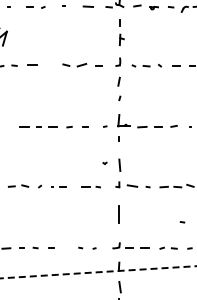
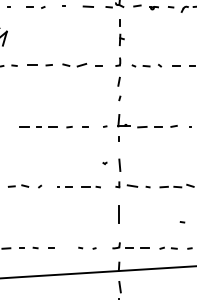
line at (48, 65): none -> present
line at (59, 186) position: (59, 186) -> (65, 186)
arc at (98, 272): dashed -> solid
